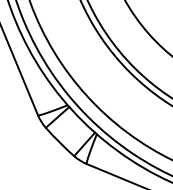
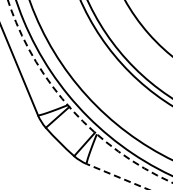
arc at (72, 110): solid -> dashed
line at (117, 176): solid -> dashed
